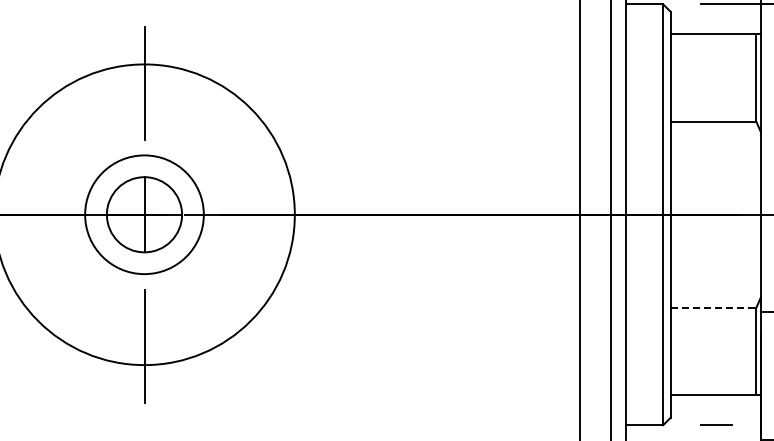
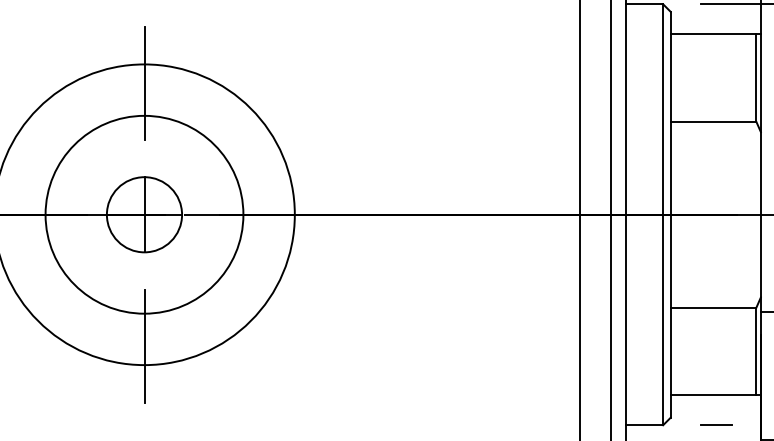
circle at (144, 214) diameter: 119 px -> 198 px
line at (713, 307): dashed -> solid
